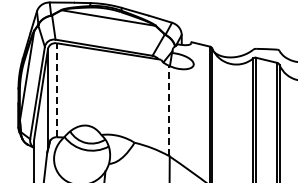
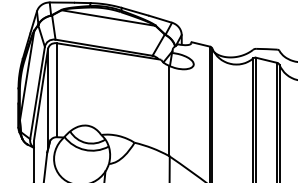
line at (56, 90): dashed -> solid
line at (168, 110): dashed -> solid
